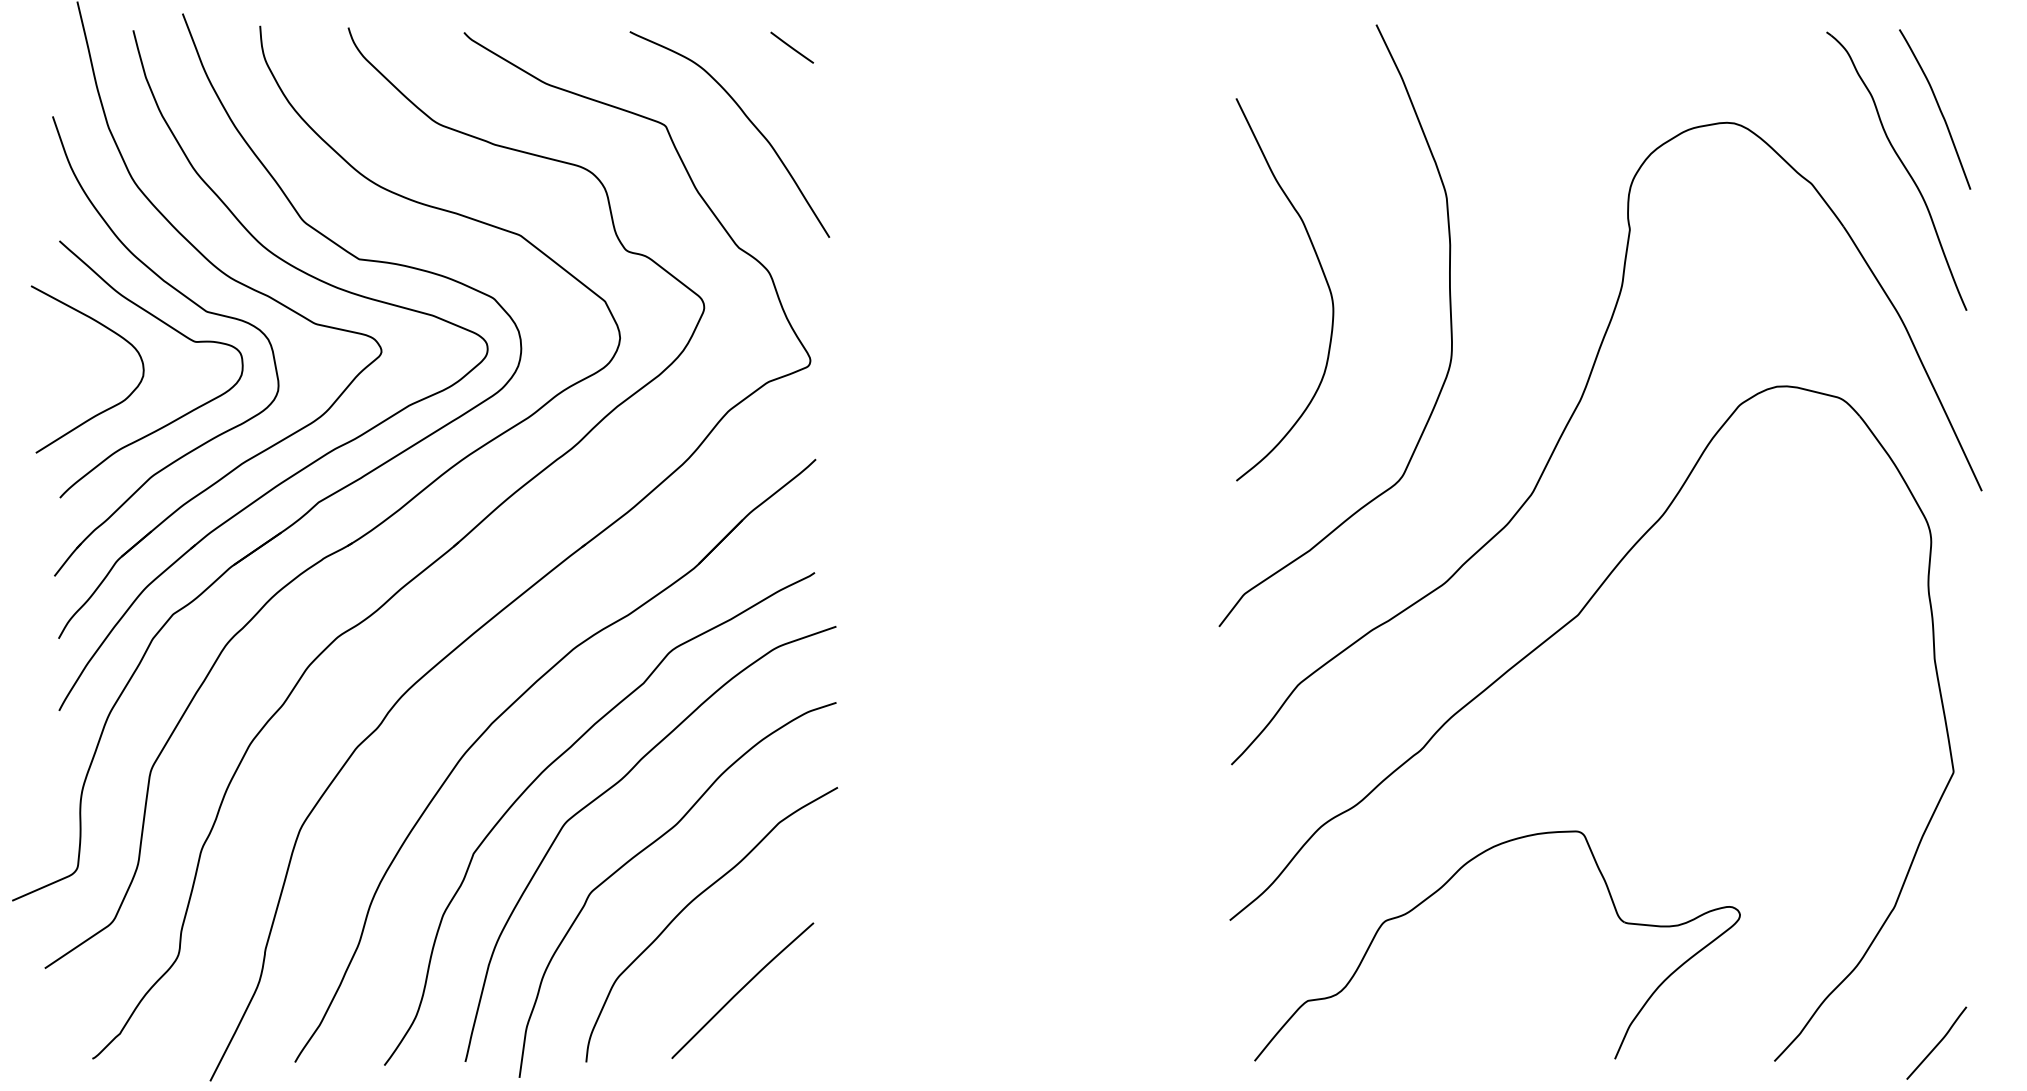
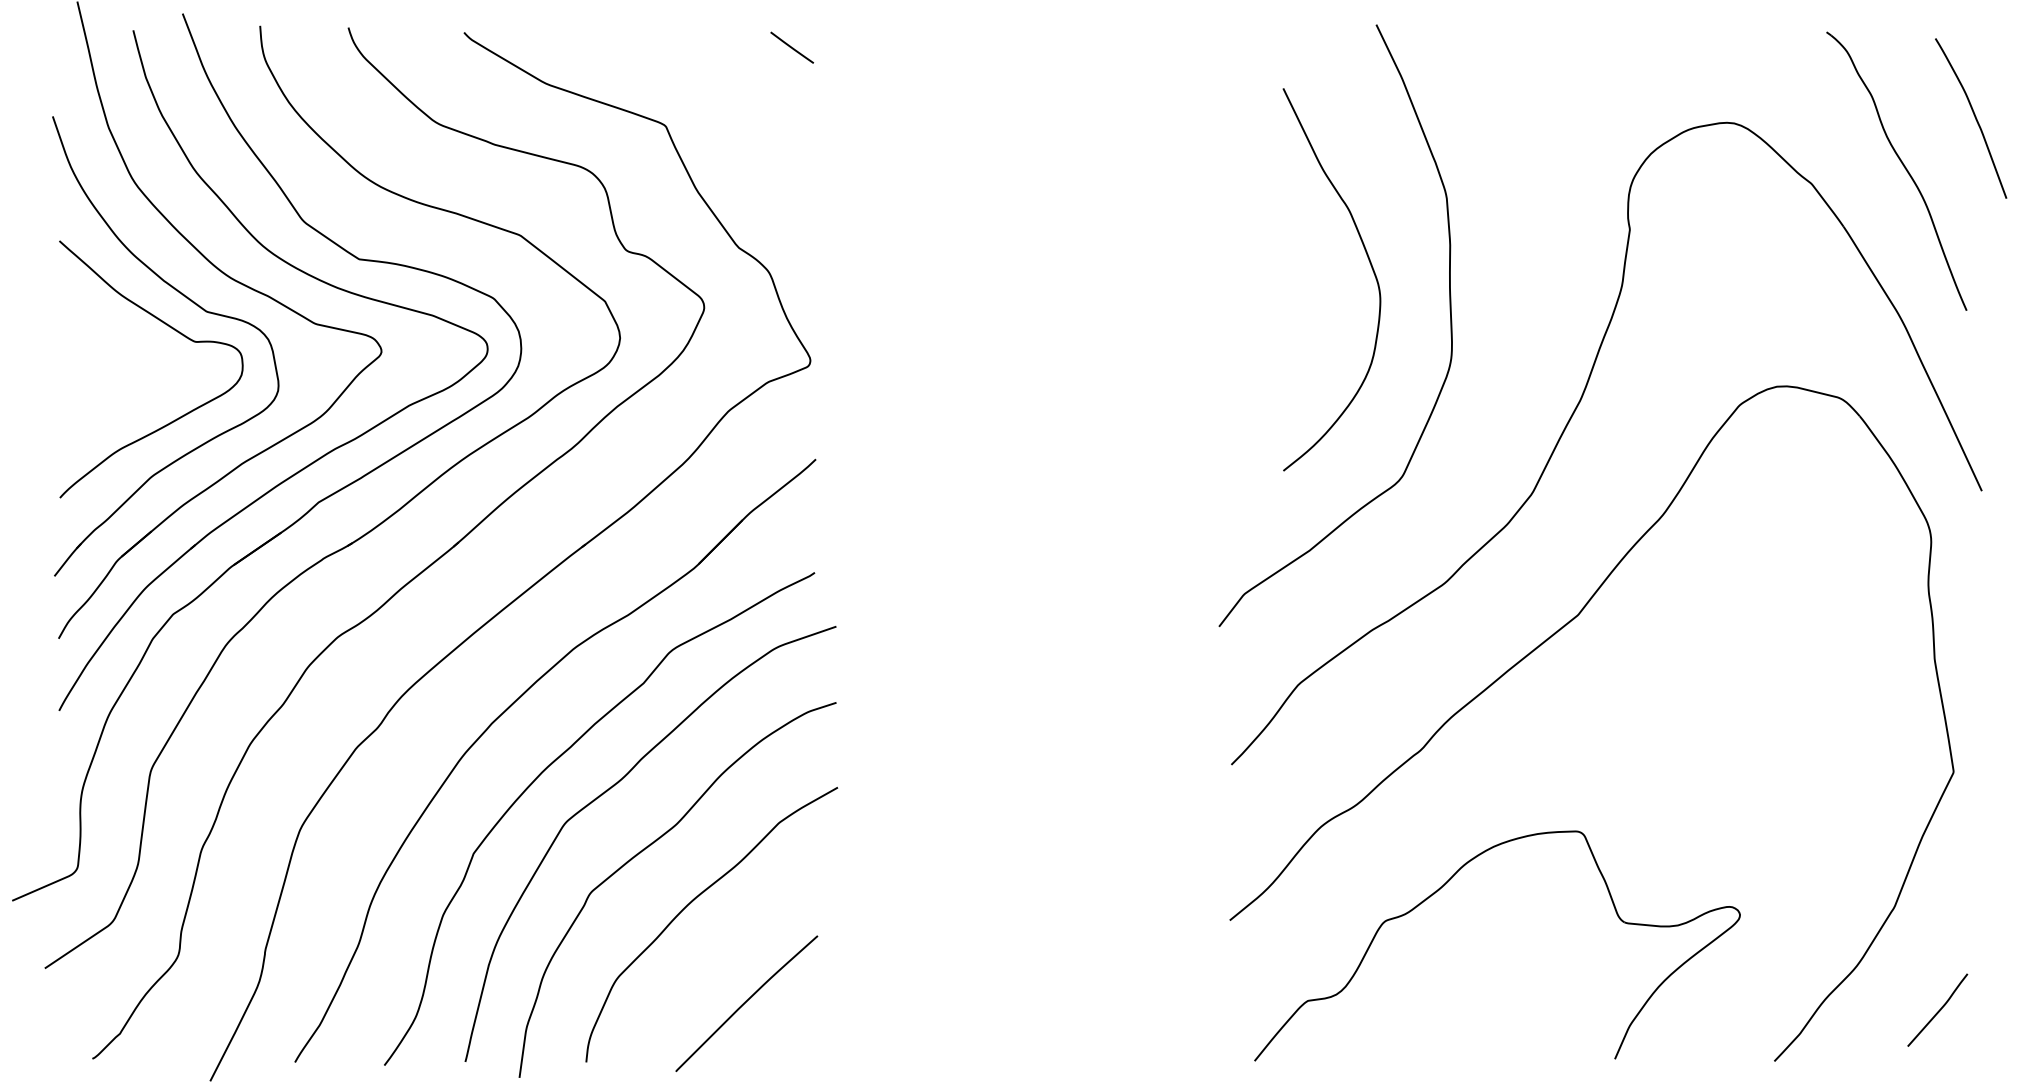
curve at (1938, 108) position: (1938, 108) -> (1974, 117)
curve at (747, 119): present -> none
curve at (1322, 273) position: (1322, 273) -> (1369, 263)
curve at (107, 408): present -> none
curve at (742, 989) position: (742, 989) -> (746, 1002)
curve at (1937, 1043) position: (1937, 1043) -> (1938, 1010)
